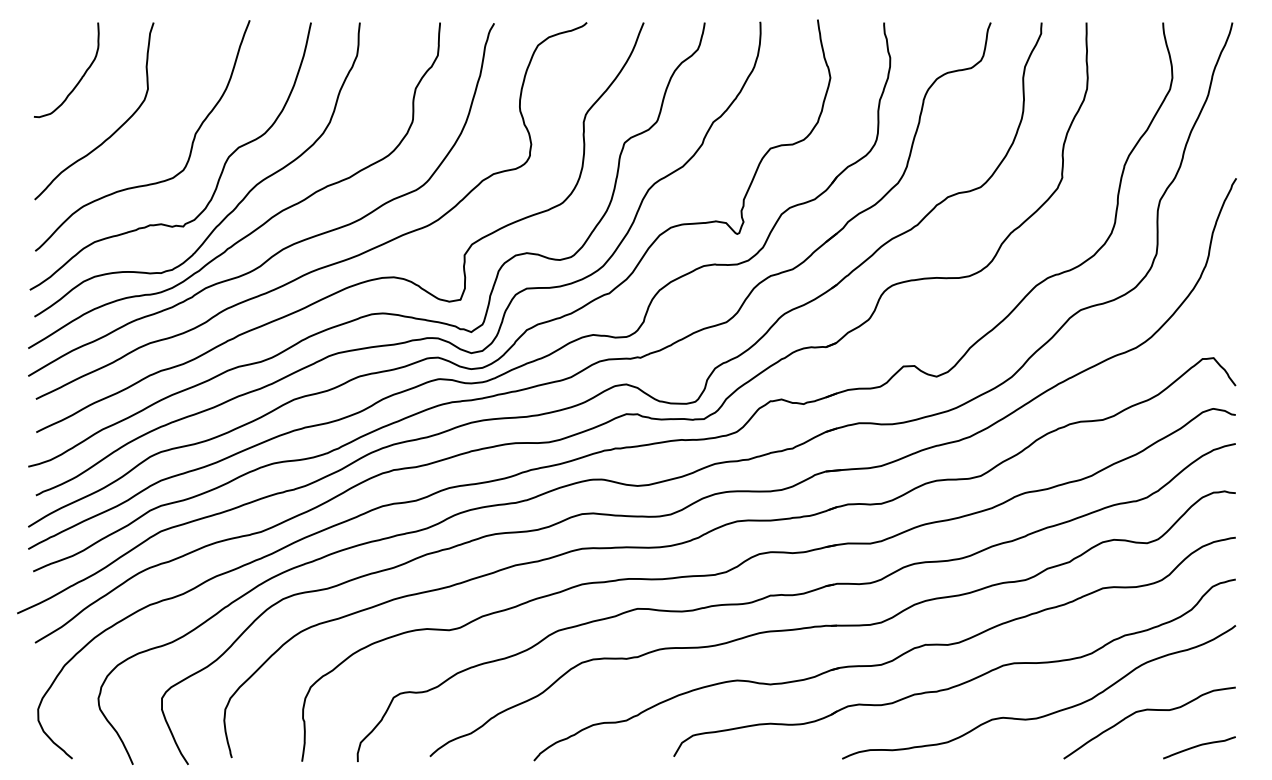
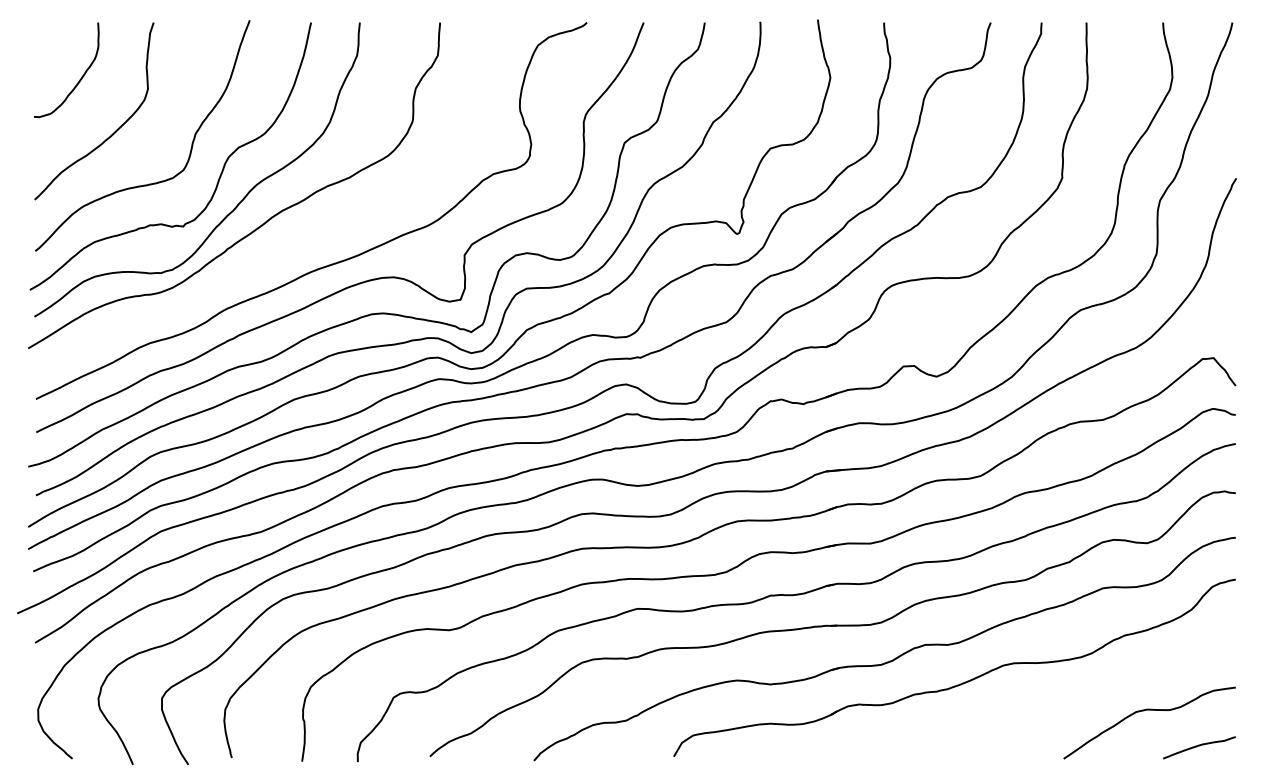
curve at (284, 247): present -> none
curve at (1045, 714): present -> none
